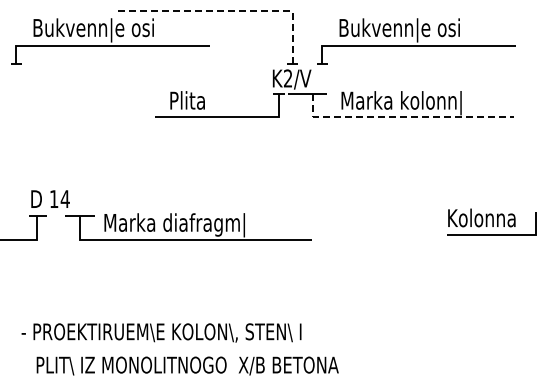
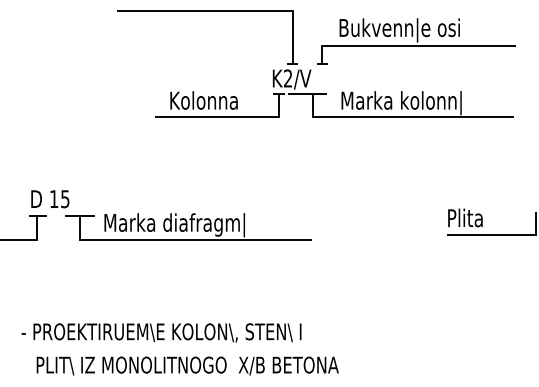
line at (231, 11): dashed -> solid
part at (110, 41): present -> none
text at (204, 100): Plita -> Kolonna
line at (401, 117): dashed -> solid
text at (64, 199): 14 -> 15
text at (482, 217): Kolonna -> Plita
